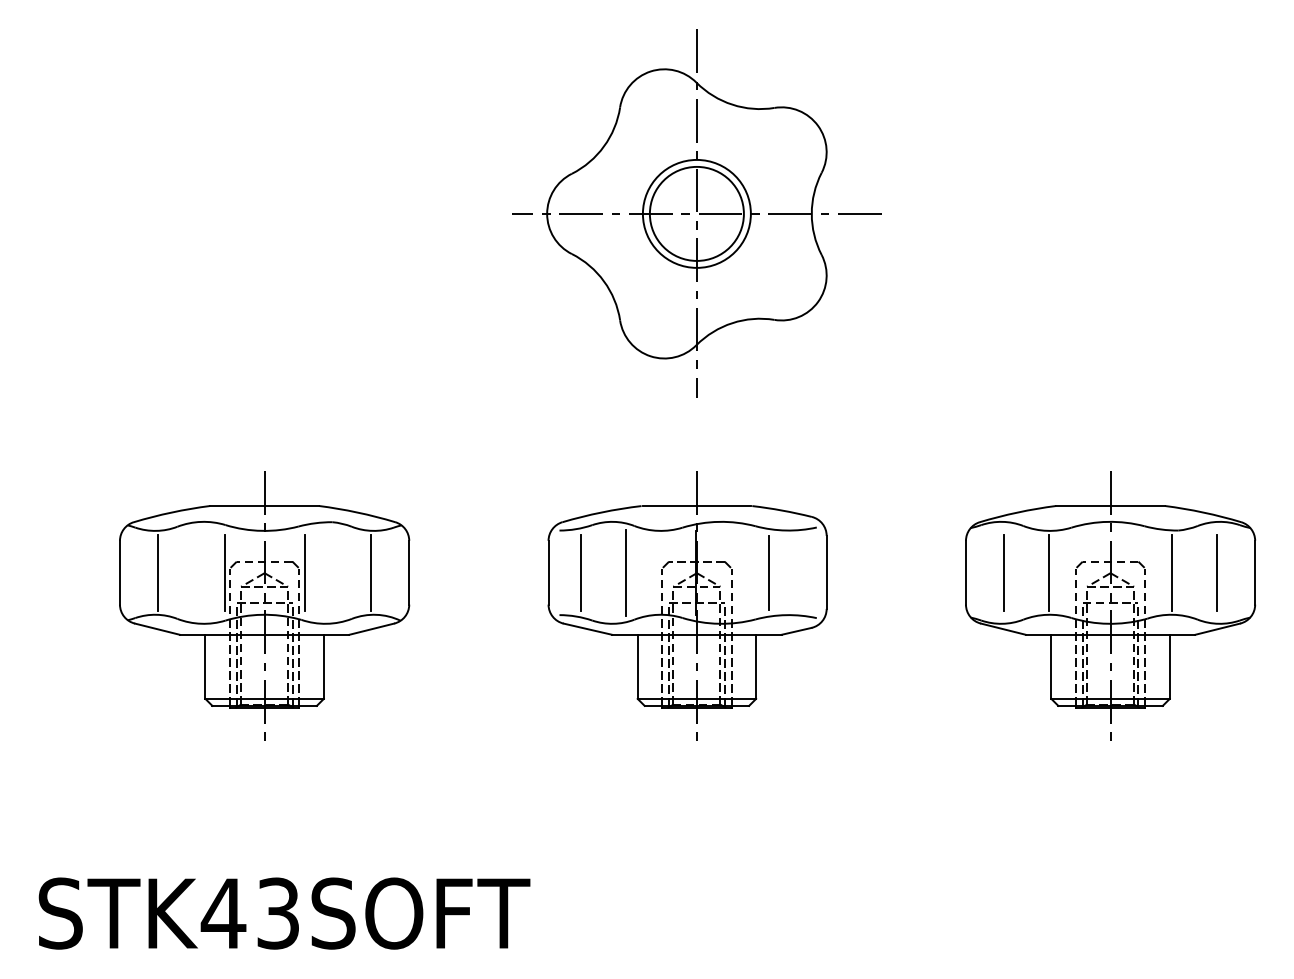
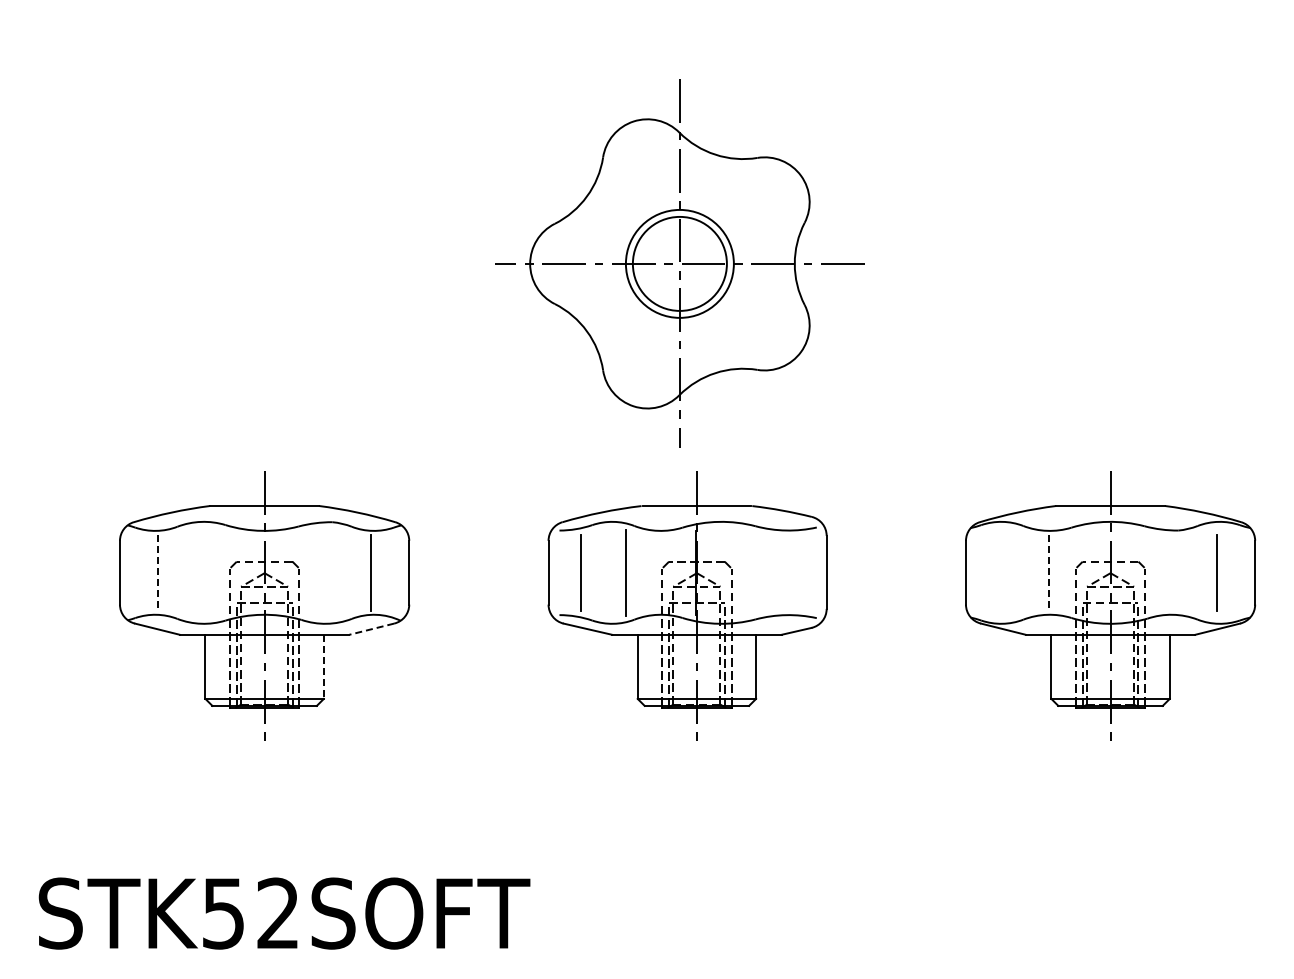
part at (696, 213) position: (696, 213) -> (679, 263)
line at (224, 572): present -> none
line at (304, 572): present -> none
line at (769, 572): present -> none
line at (1003, 572): present -> none
line at (1172, 572): present -> none
line at (158, 573): solid -> dashed
line at (1048, 573): solid -> dashed
line at (371, 629): solid -> dashed
line at (323, 667): solid -> dashed
text at (249, 913): STK43SOFT -> STK52SOFT
